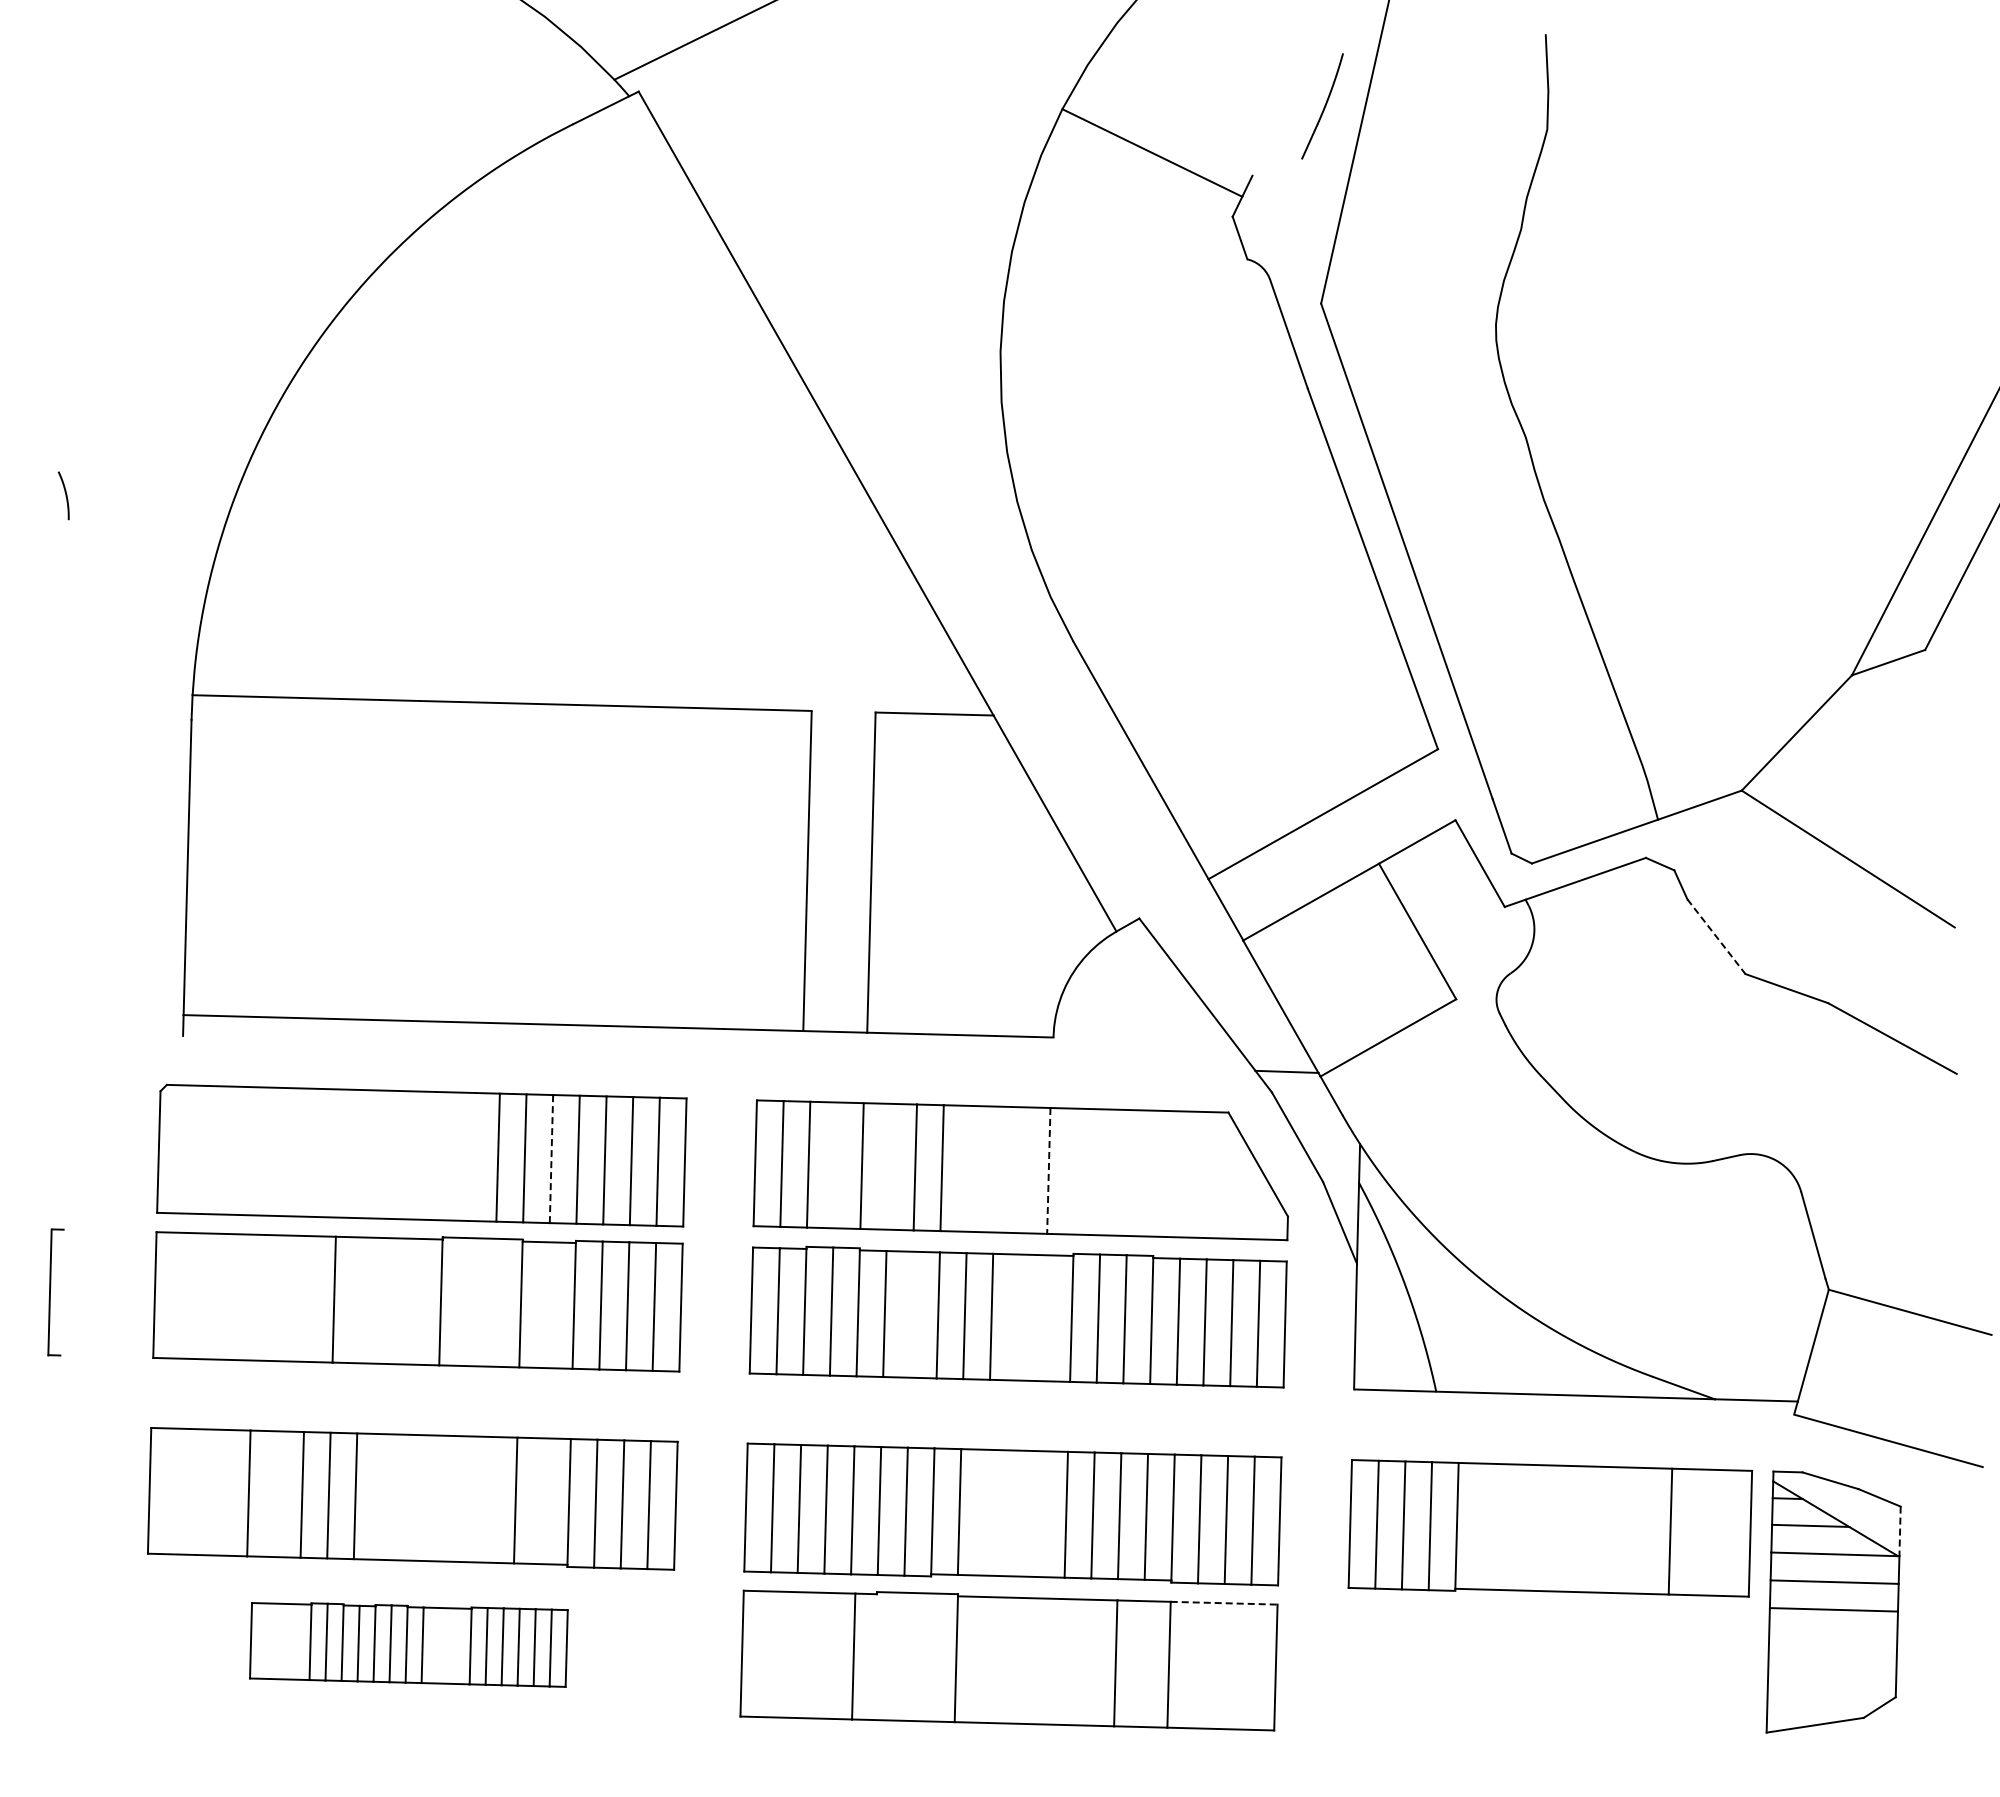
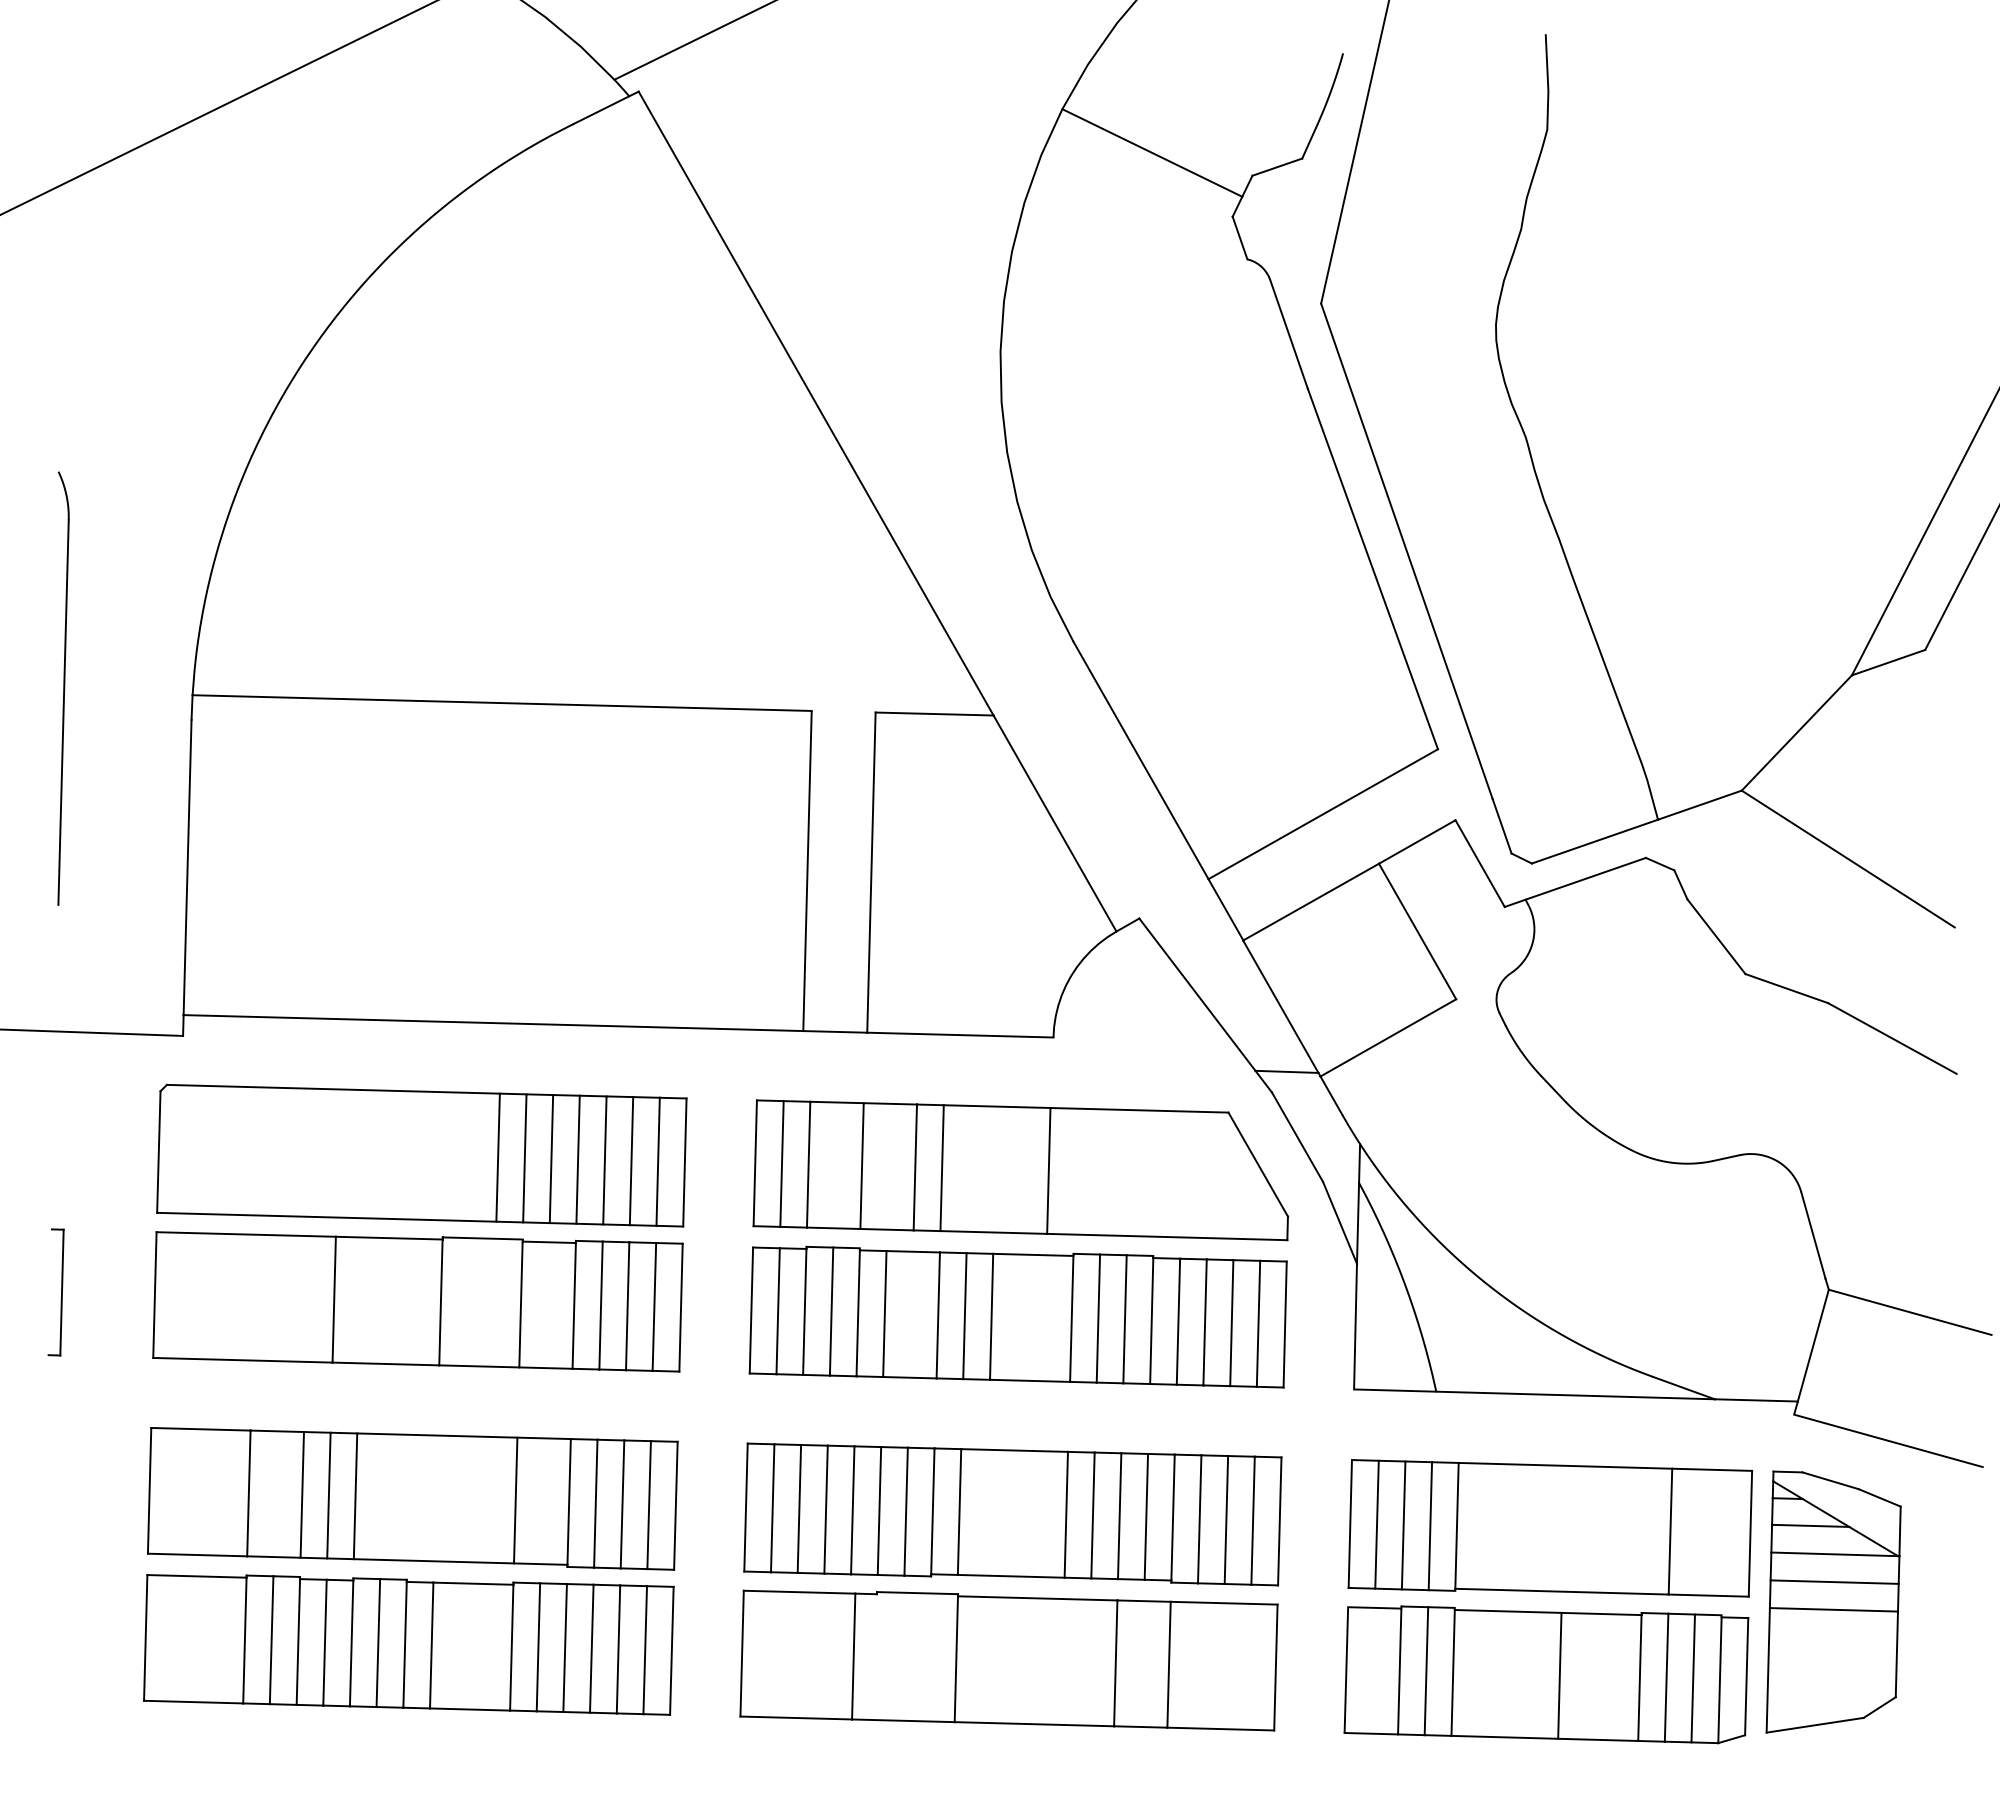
line at (218, 107): none -> present
line at (1277, 166): none -> present
line at (63, 712): none -> present
line at (1716, 937): dashed -> solid
line at (92, 1032): none -> present
line at (551, 1159): dashed -> solid
line at (1048, 1170): dashed -> solid
line at (49, 1292) position: (49, 1292) -> (61, 1292)
line at (1900, 1531): dashed -> solid
line at (1224, 1603): dashed -> solid
part at (408, 1644) size: 320x86 px -> 532x142 px
part at (1546, 1674): none -> present
